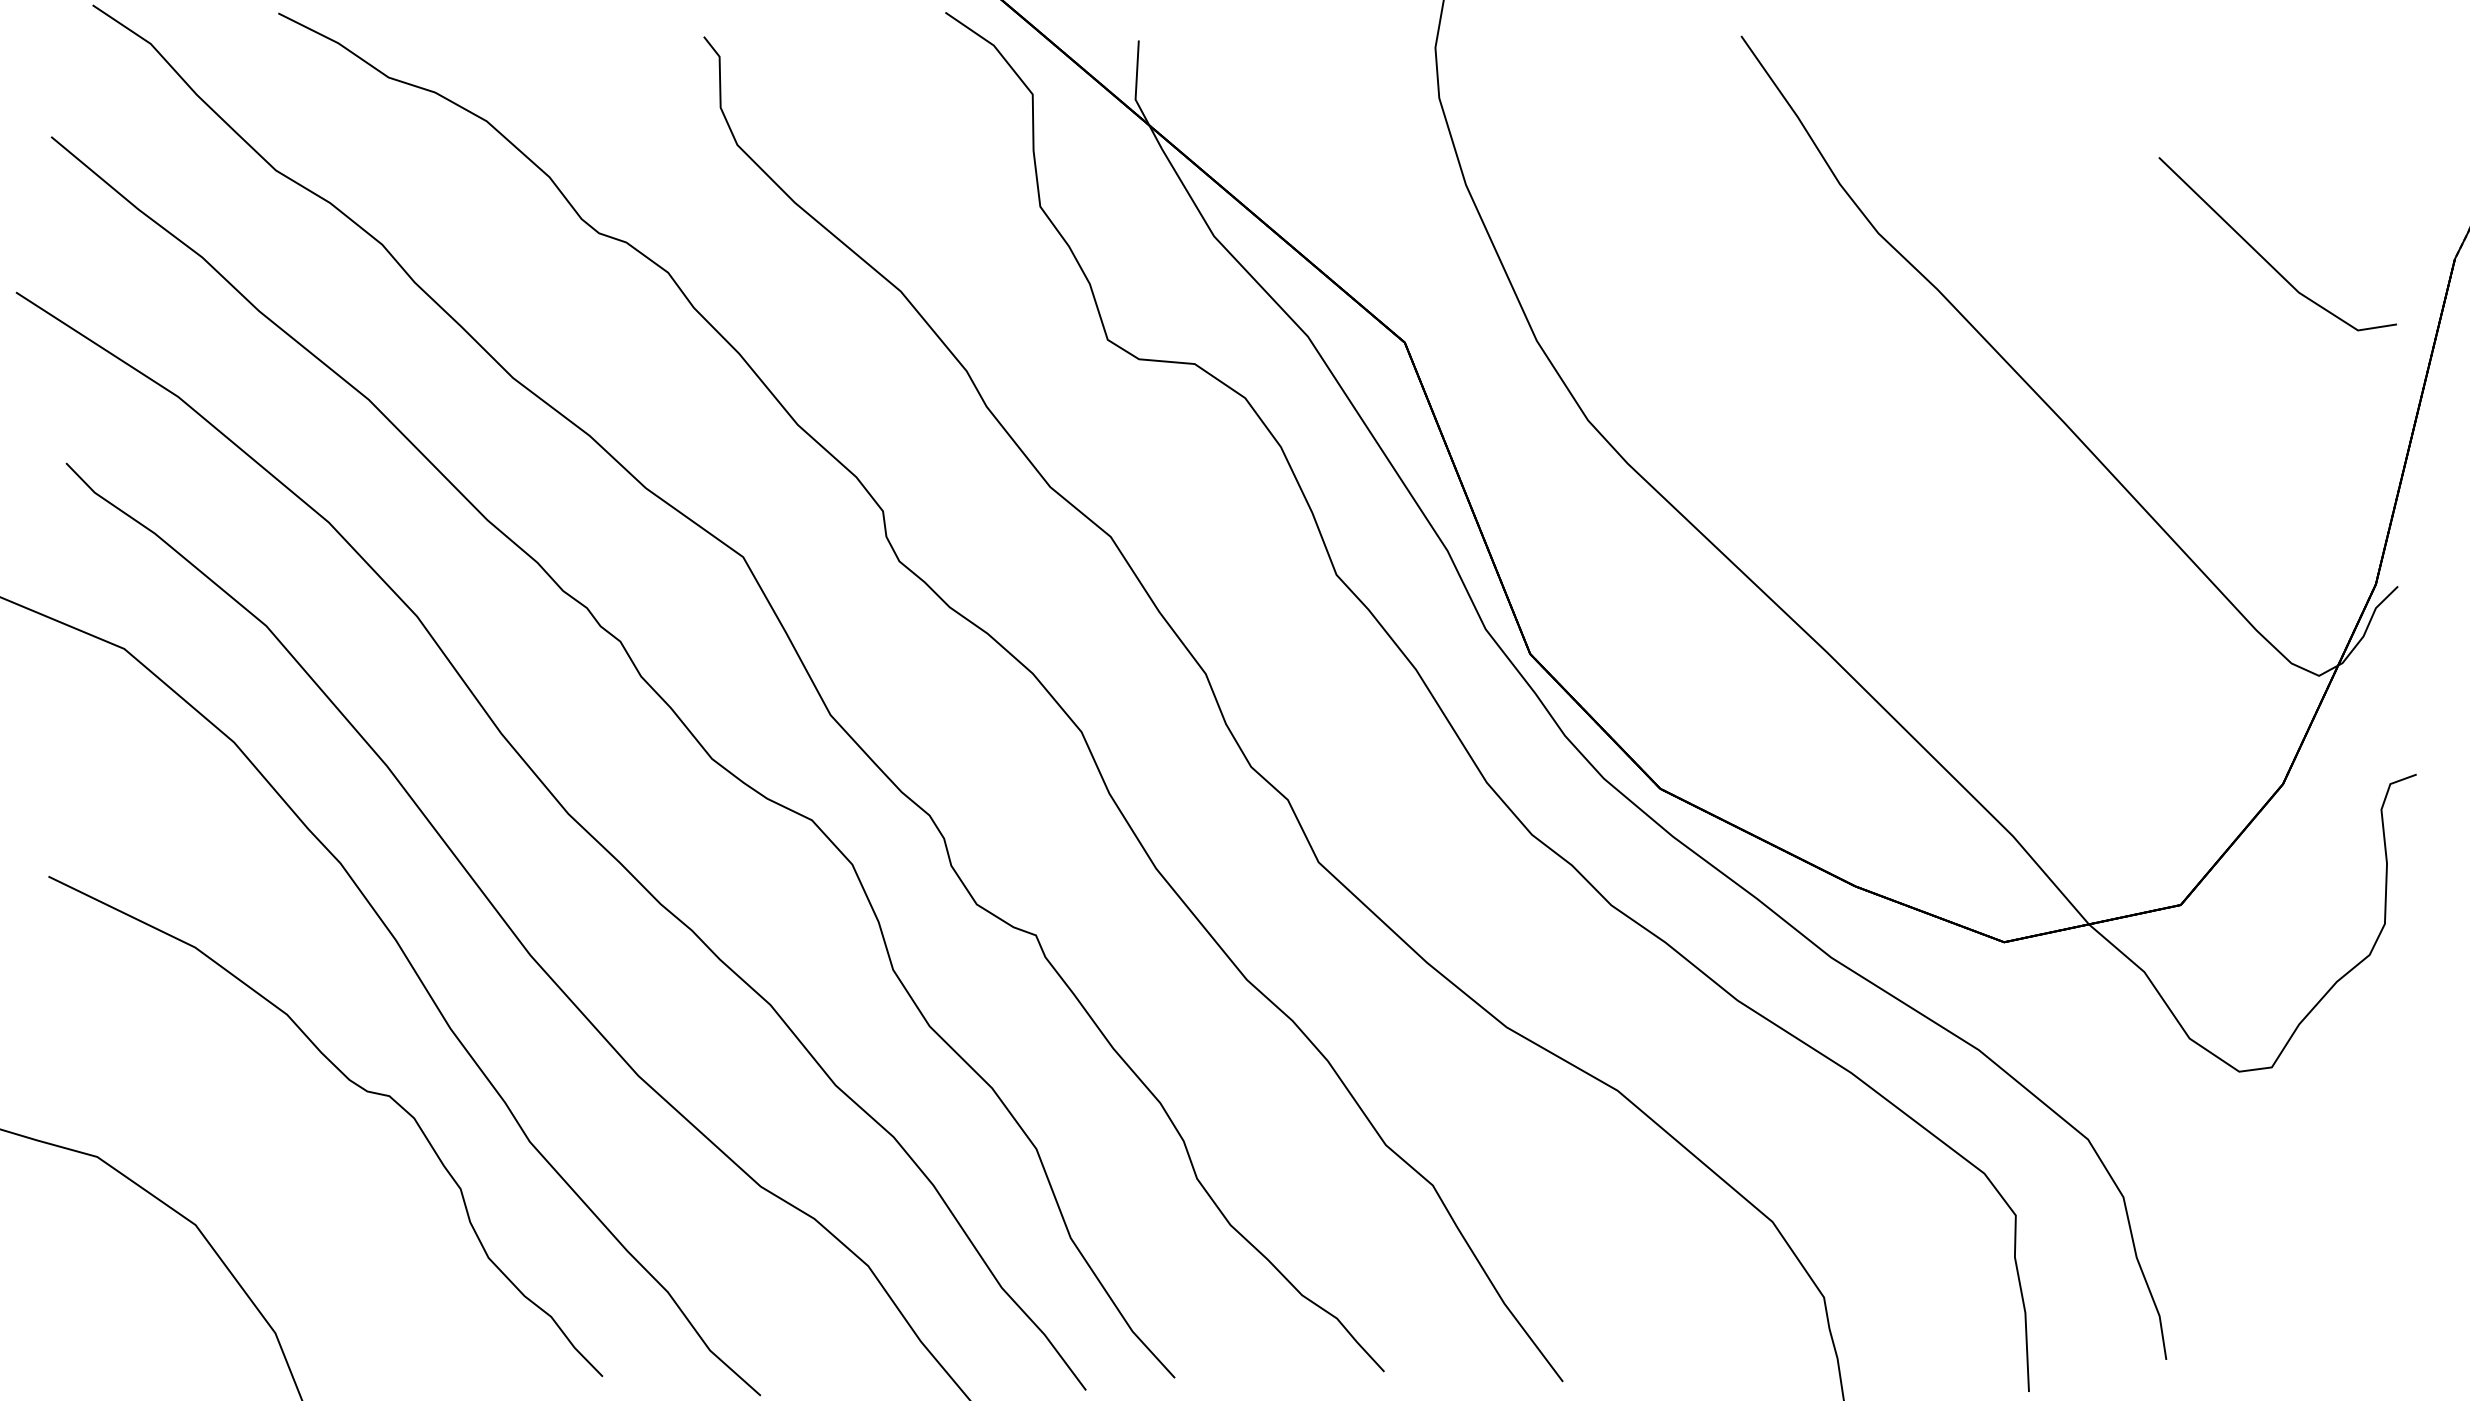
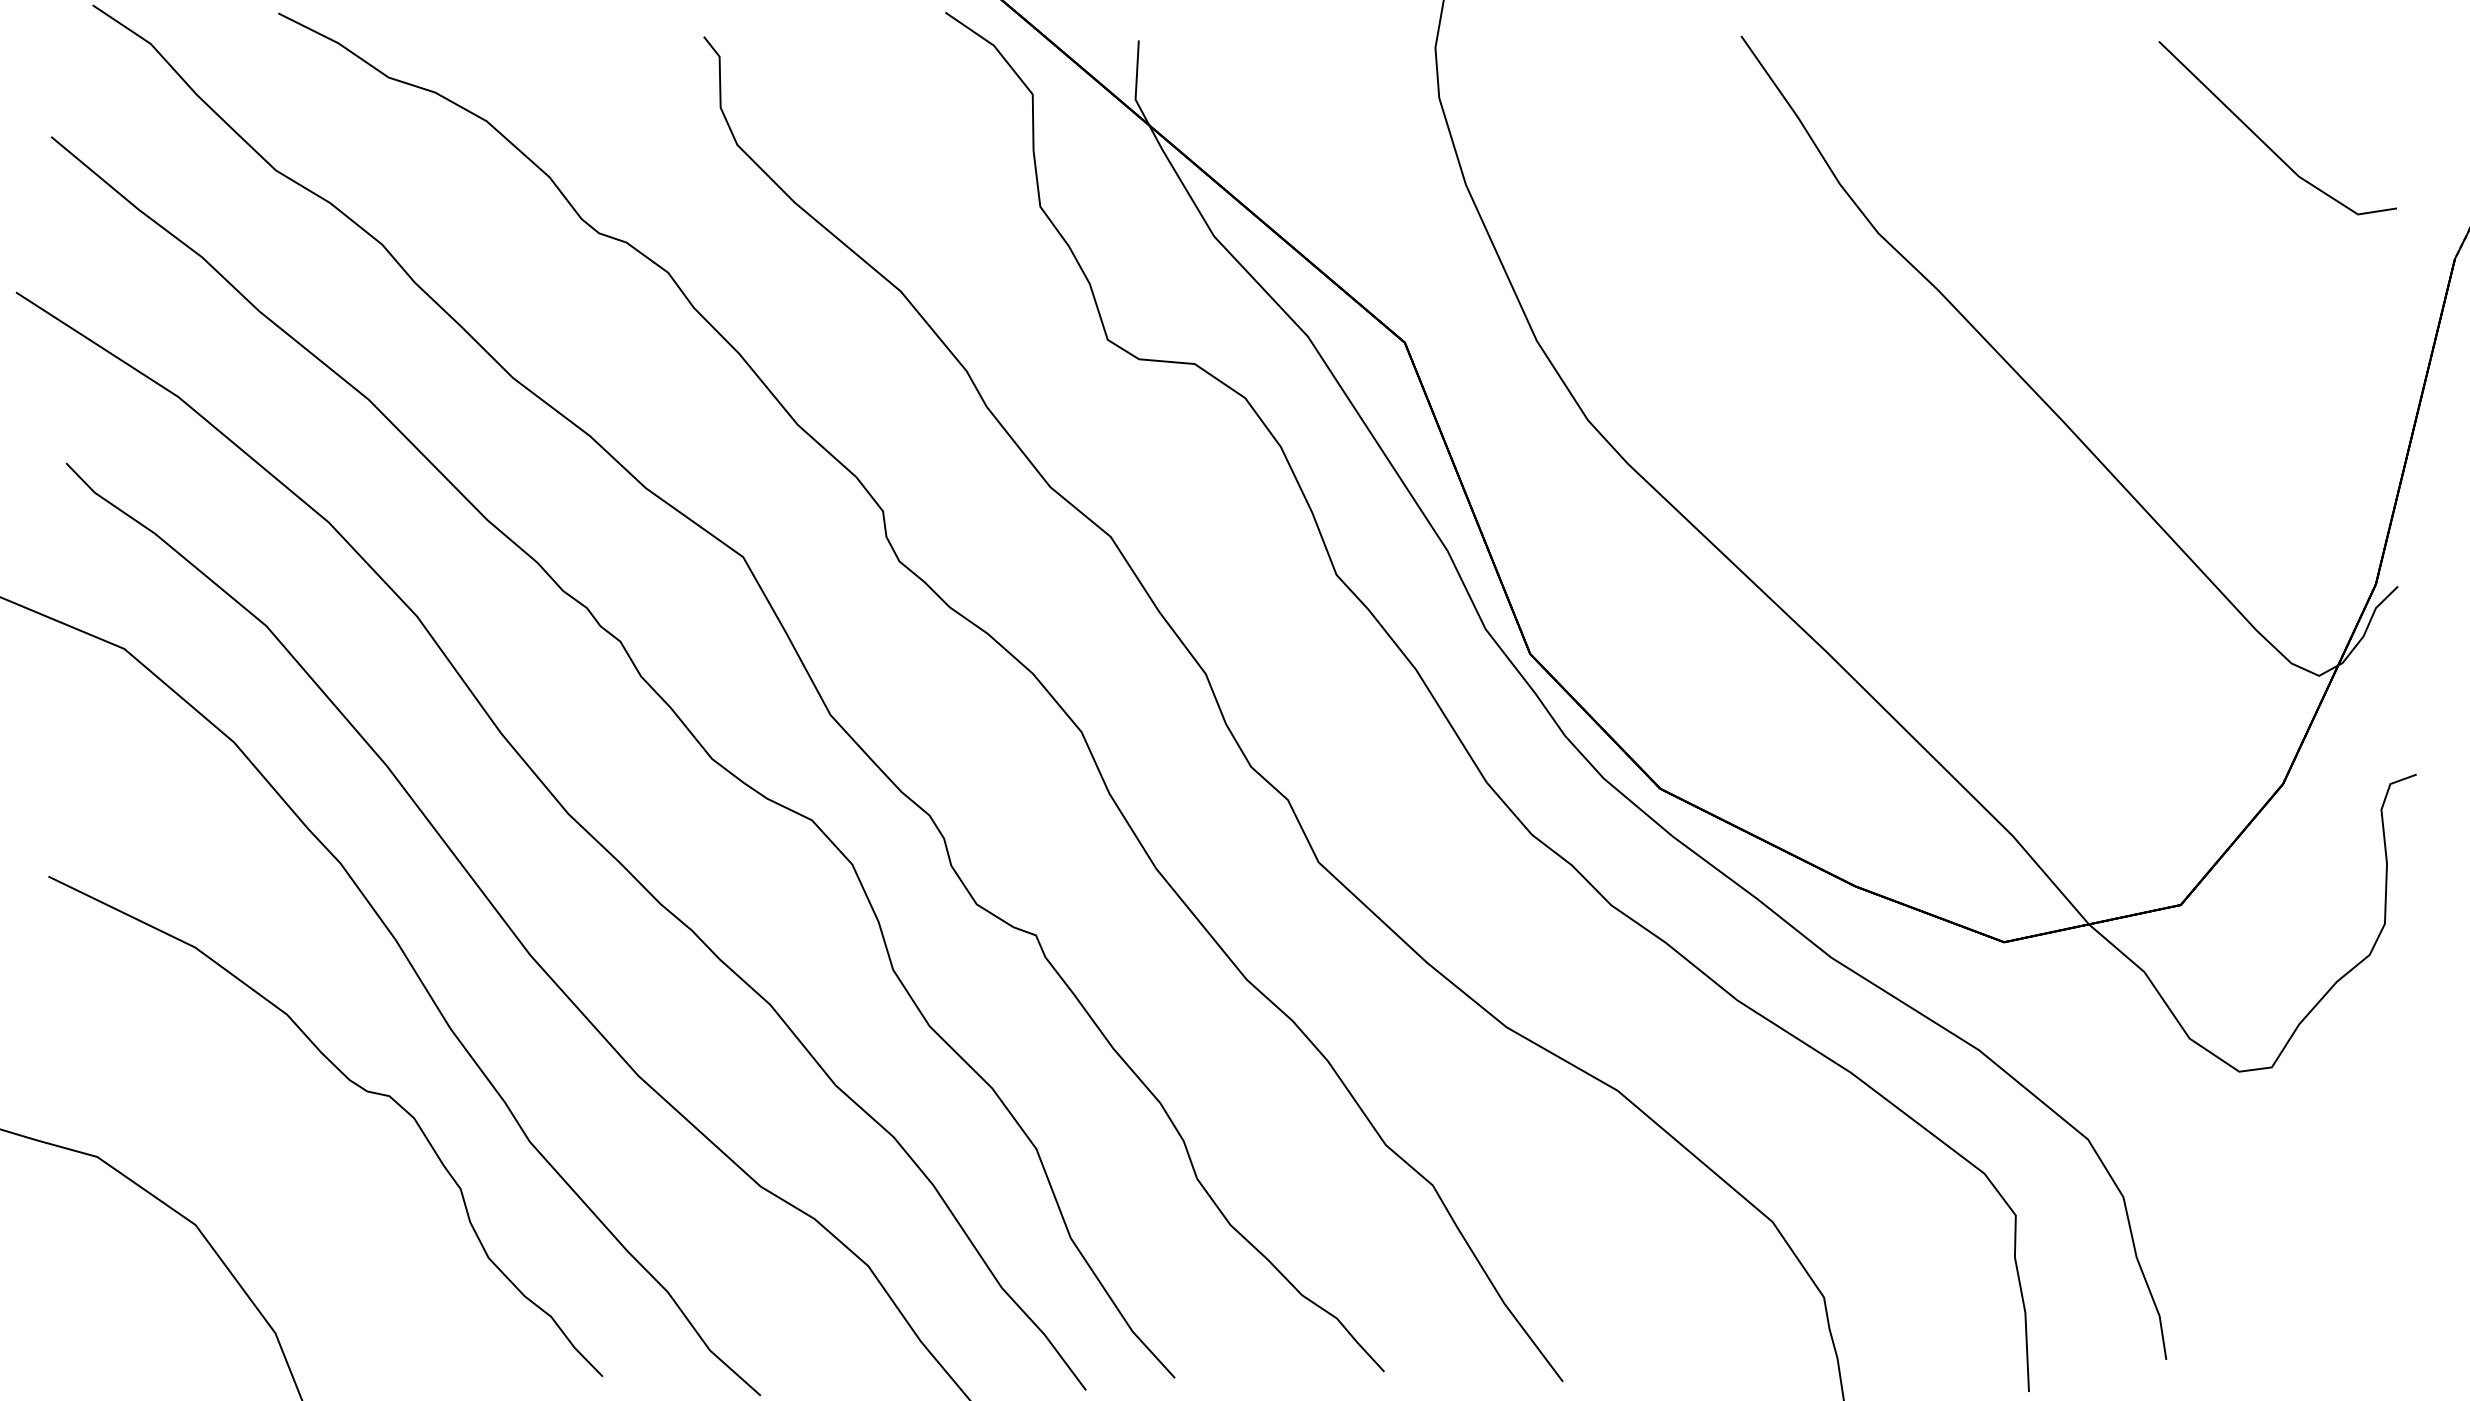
part at (2266, 259) position: (2266, 259) -> (2266, 143)
